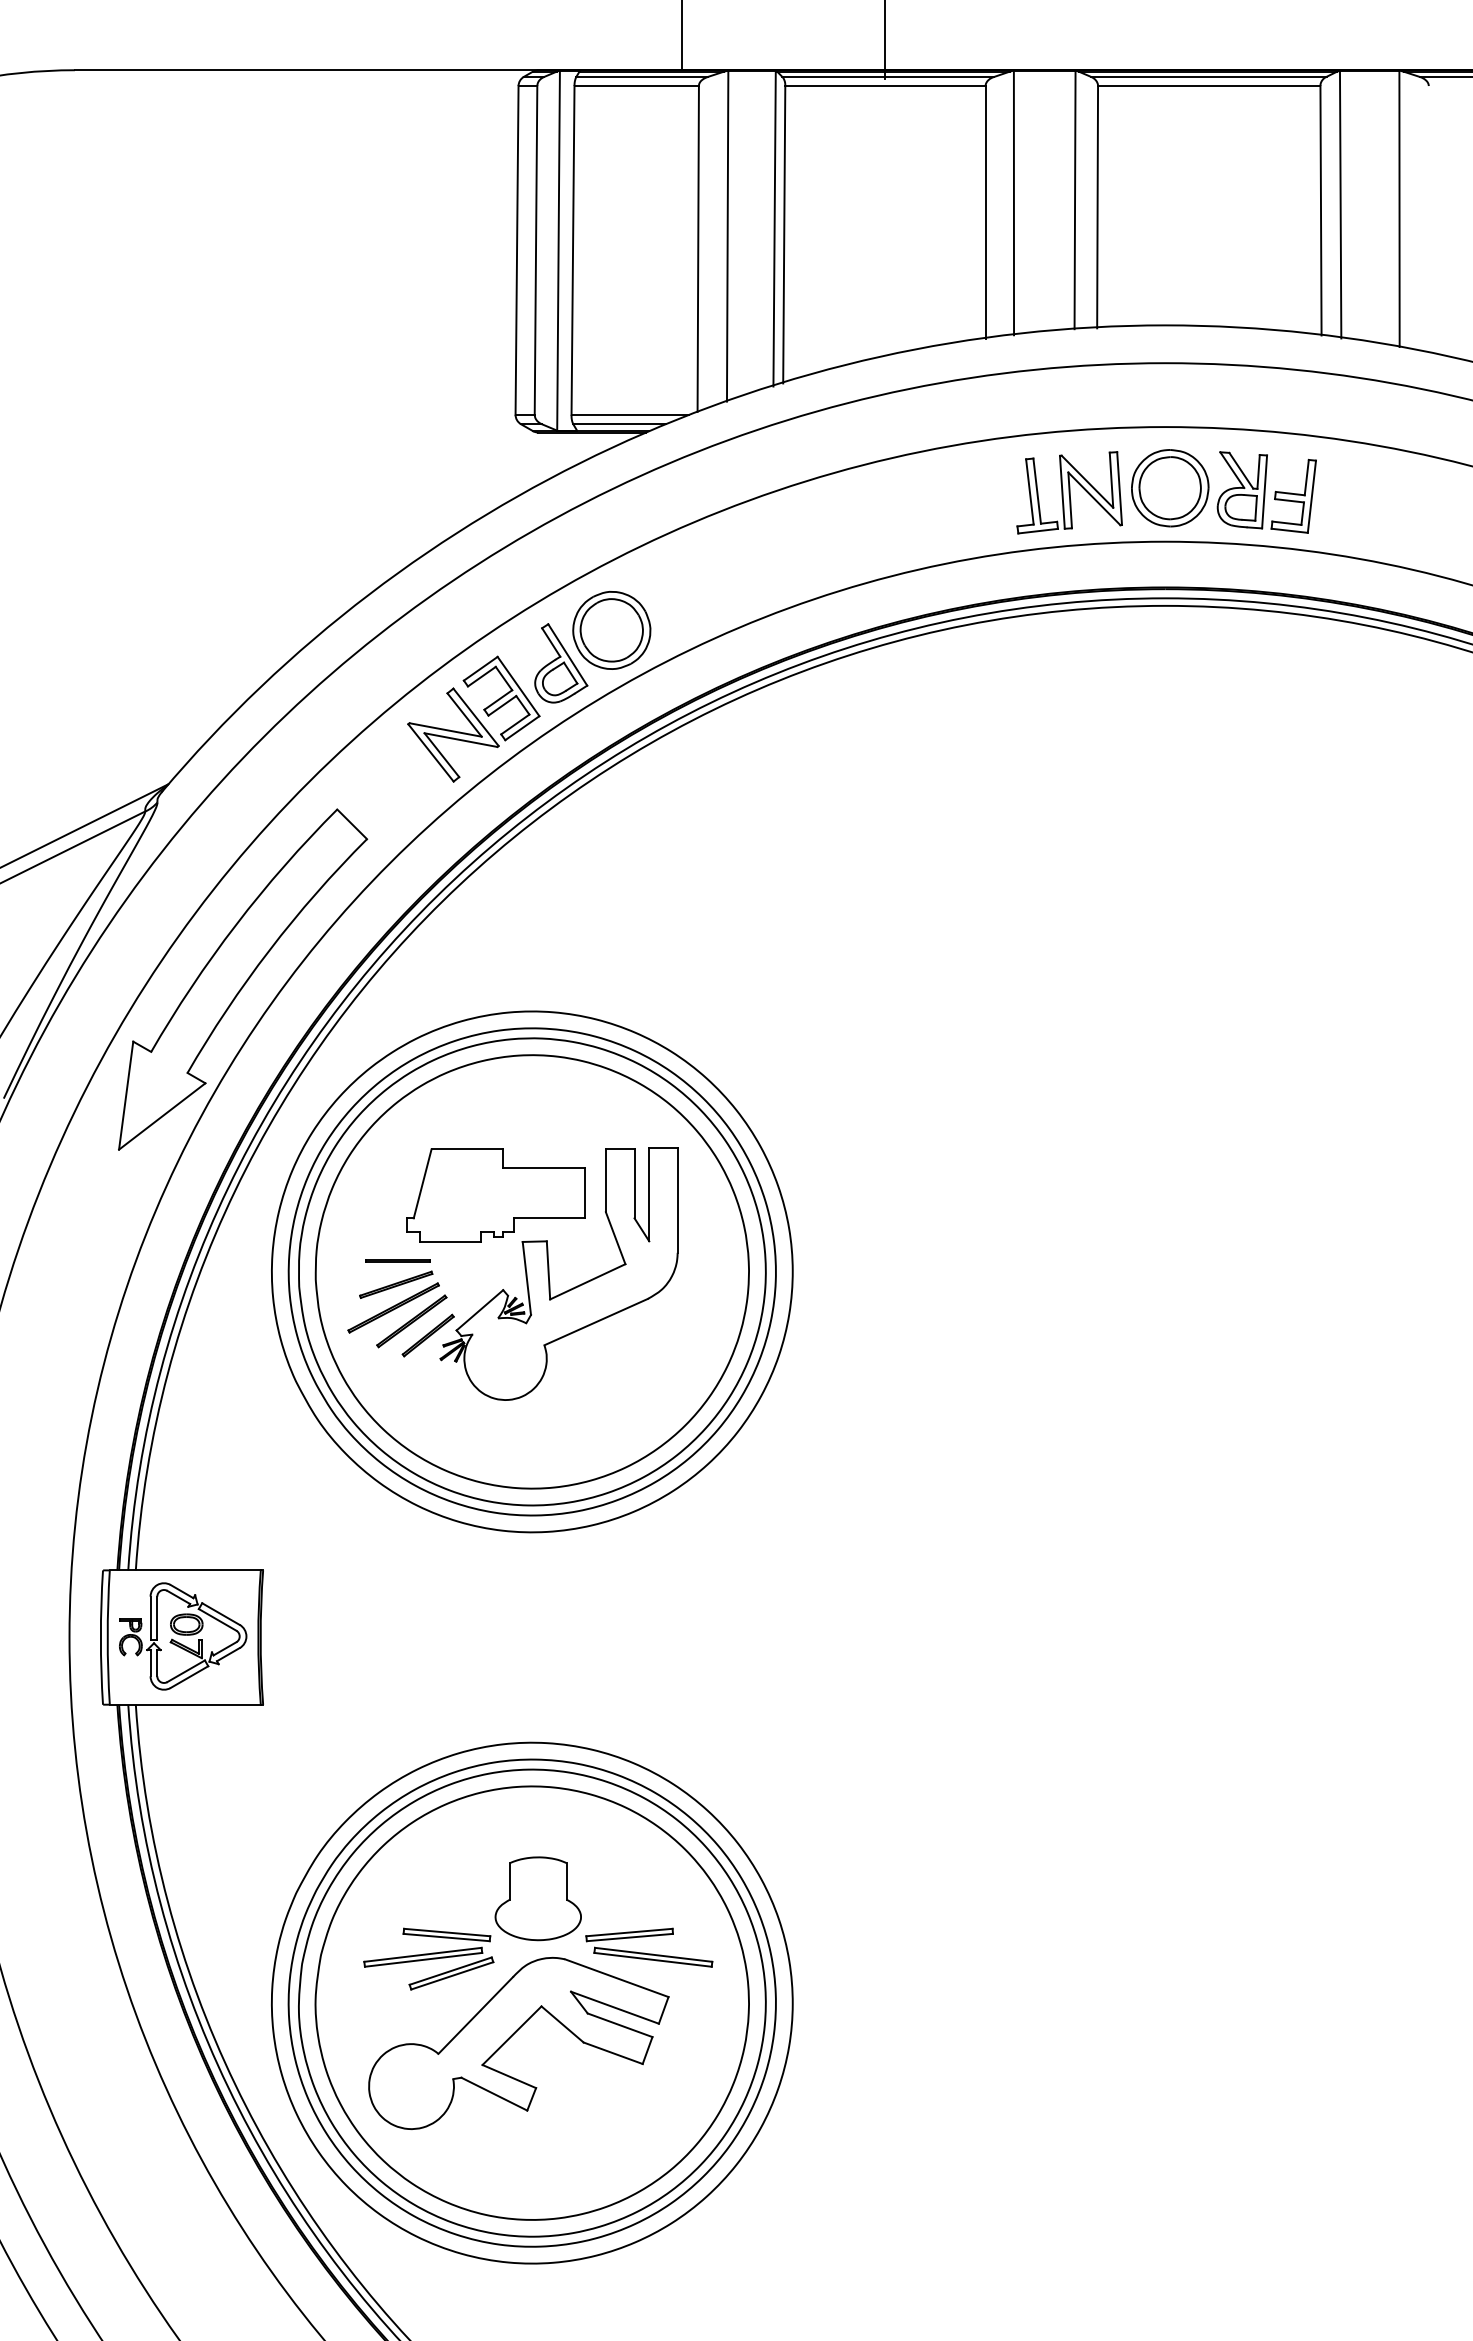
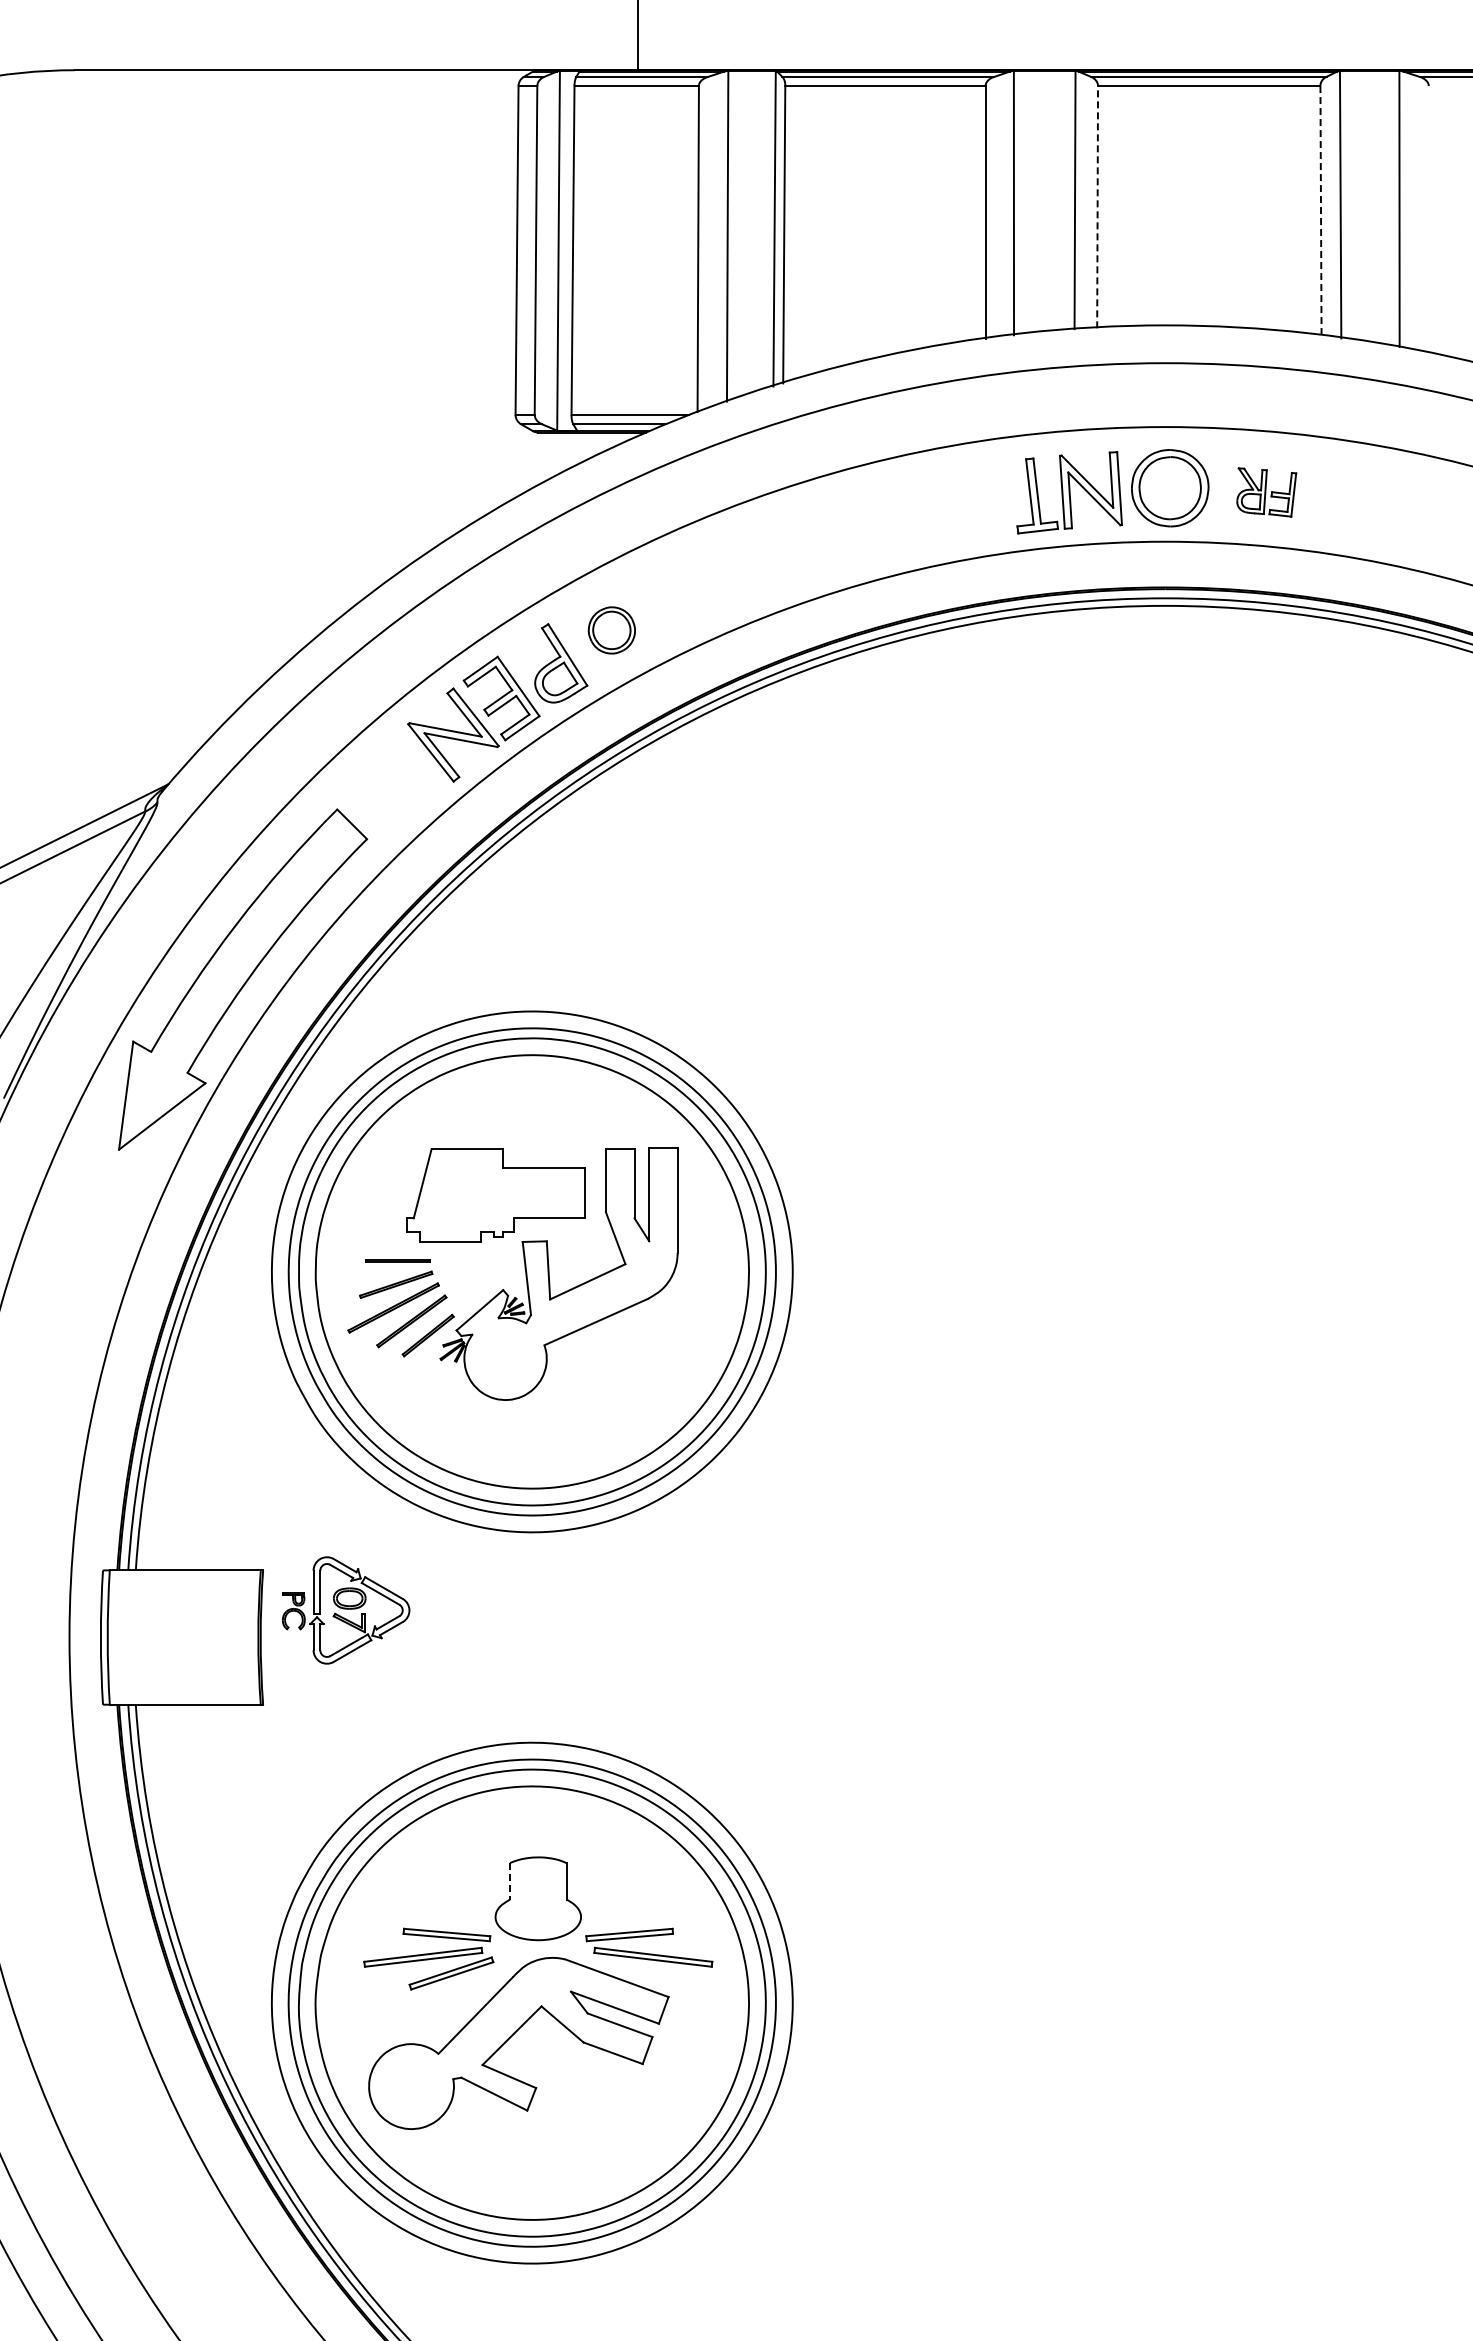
line at (682, 36) position: (682, 36) -> (638, 36)
line at (884, 40): present -> none
line at (1097, 206): solid -> dashed
line at (1321, 210): solid -> dashed
part at (1266, 492) size: 101x83 px -> 62x51 px
part at (611, 630) size: 80x79 px -> 49x49 px
part at (183, 1636) position: (183, 1636) -> (346, 1610)
line at (510, 1881): solid -> dashed
